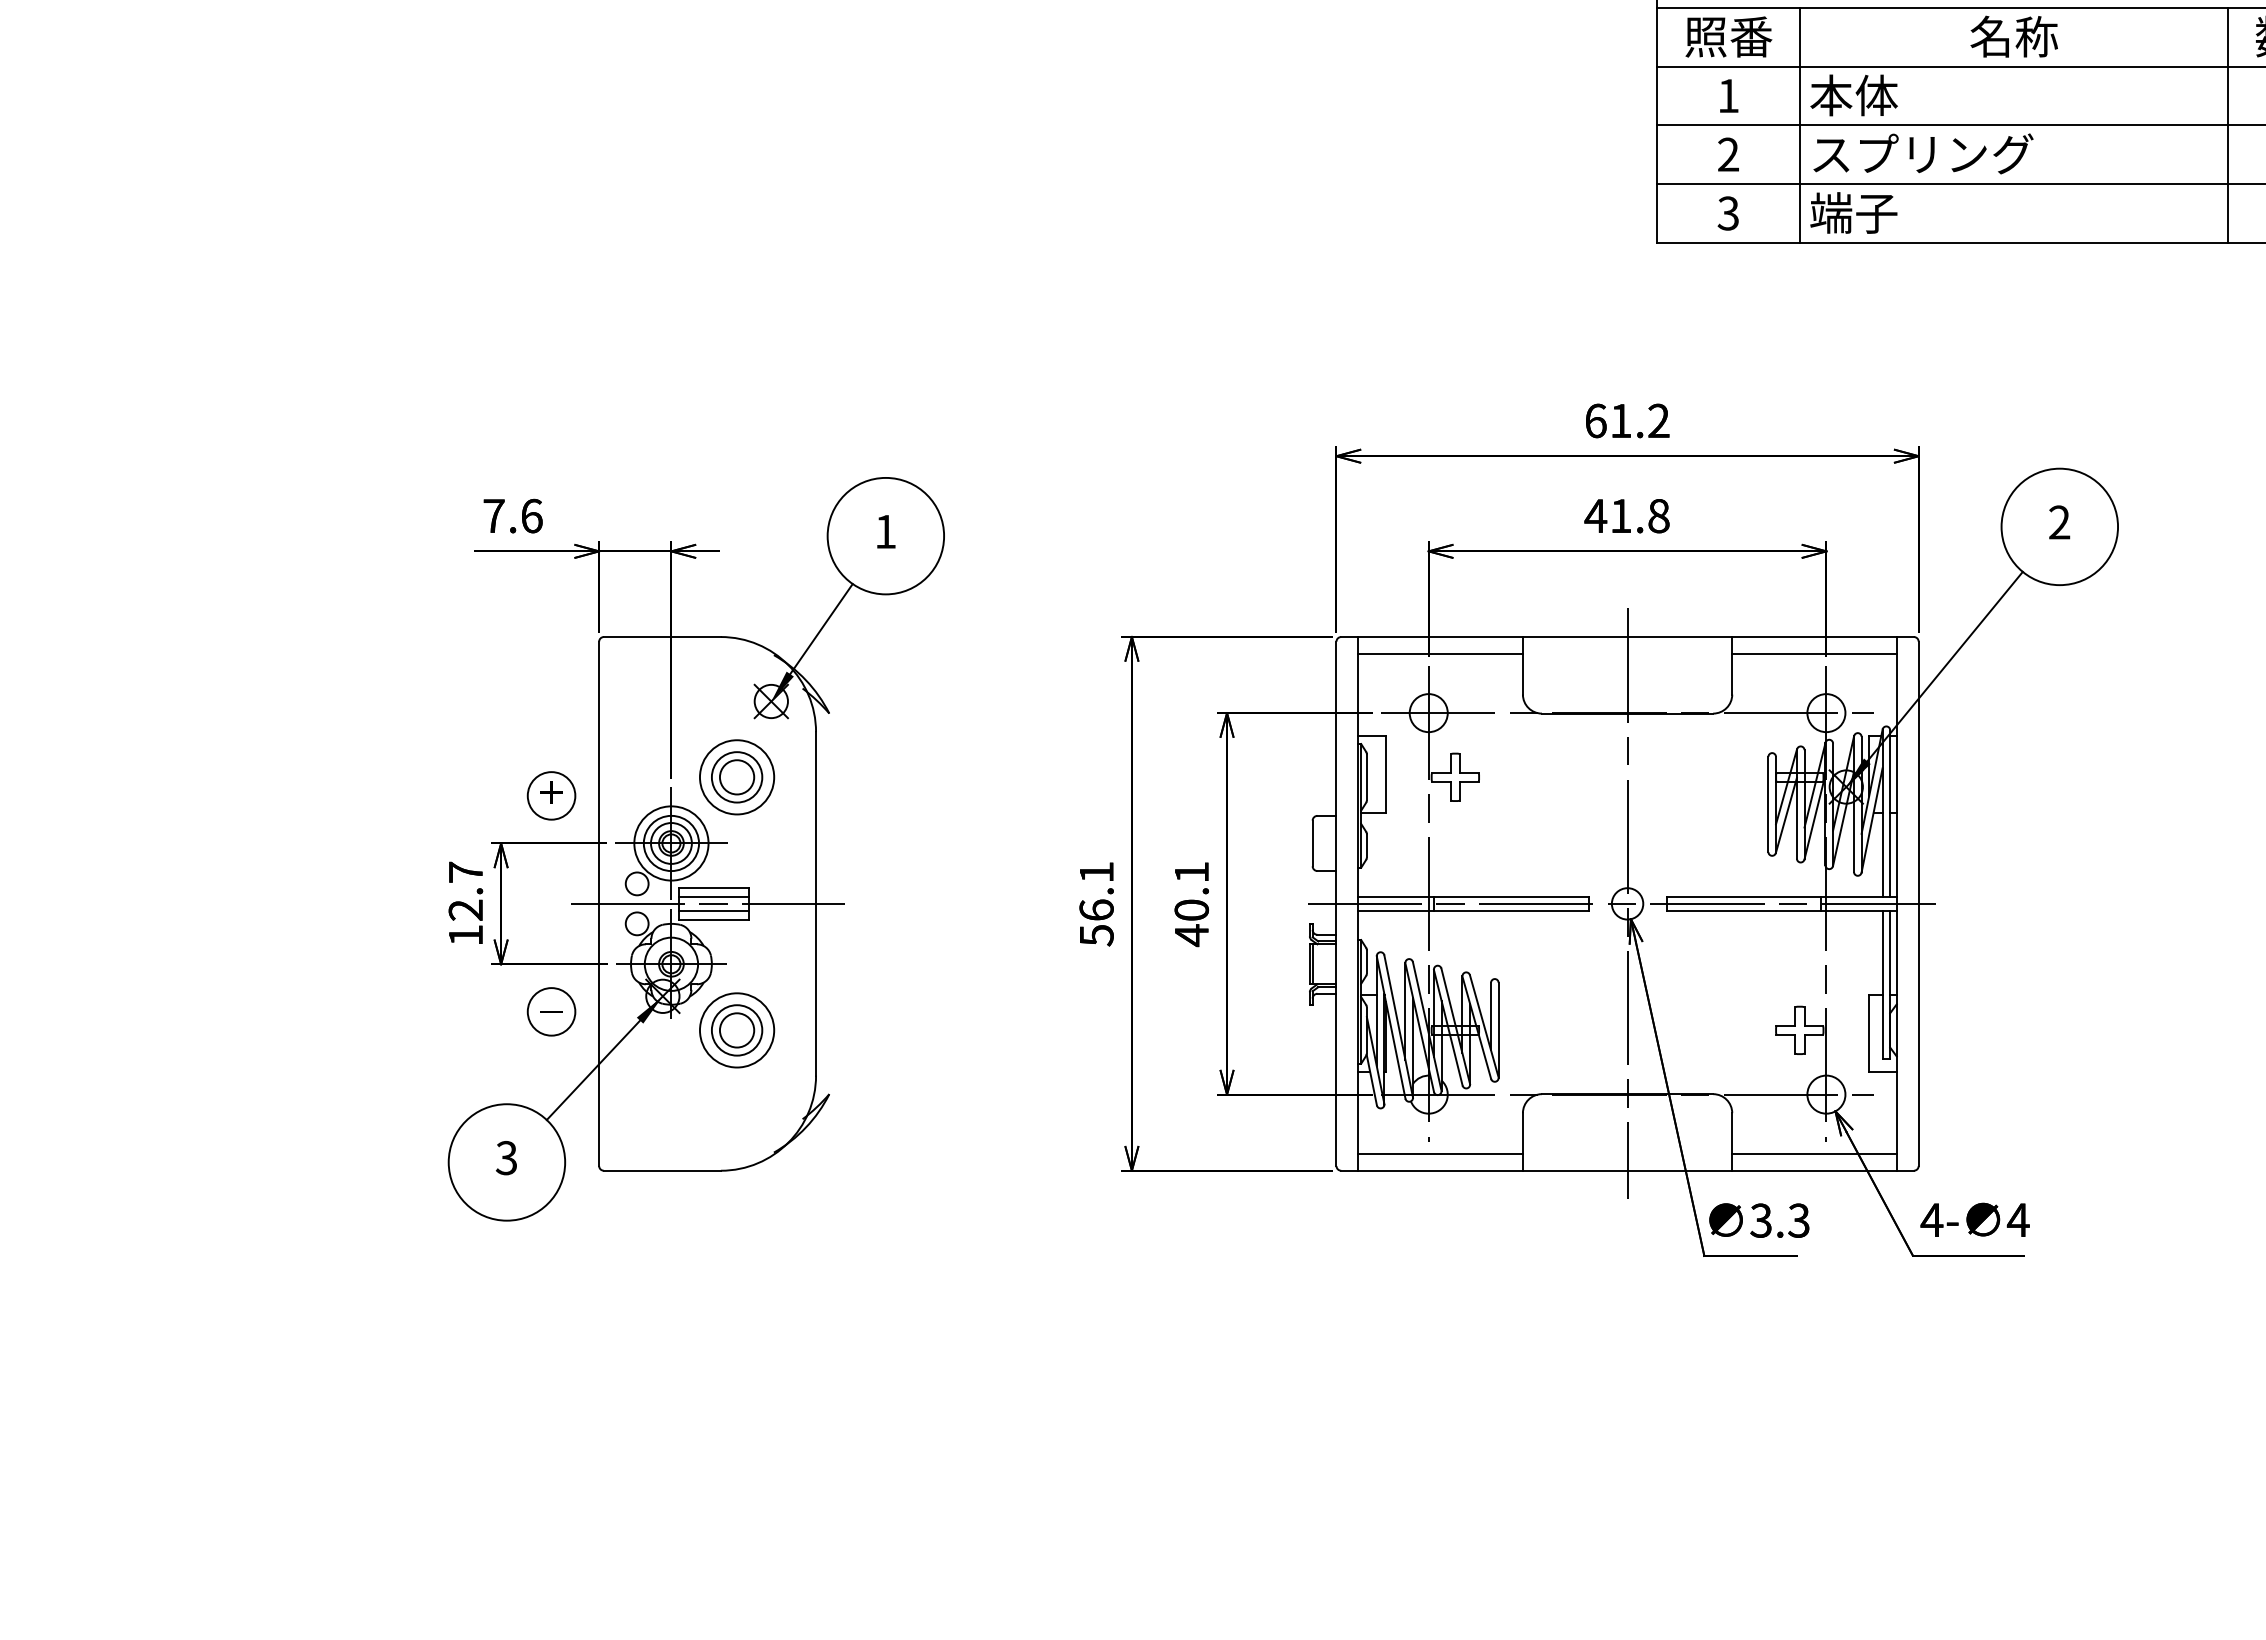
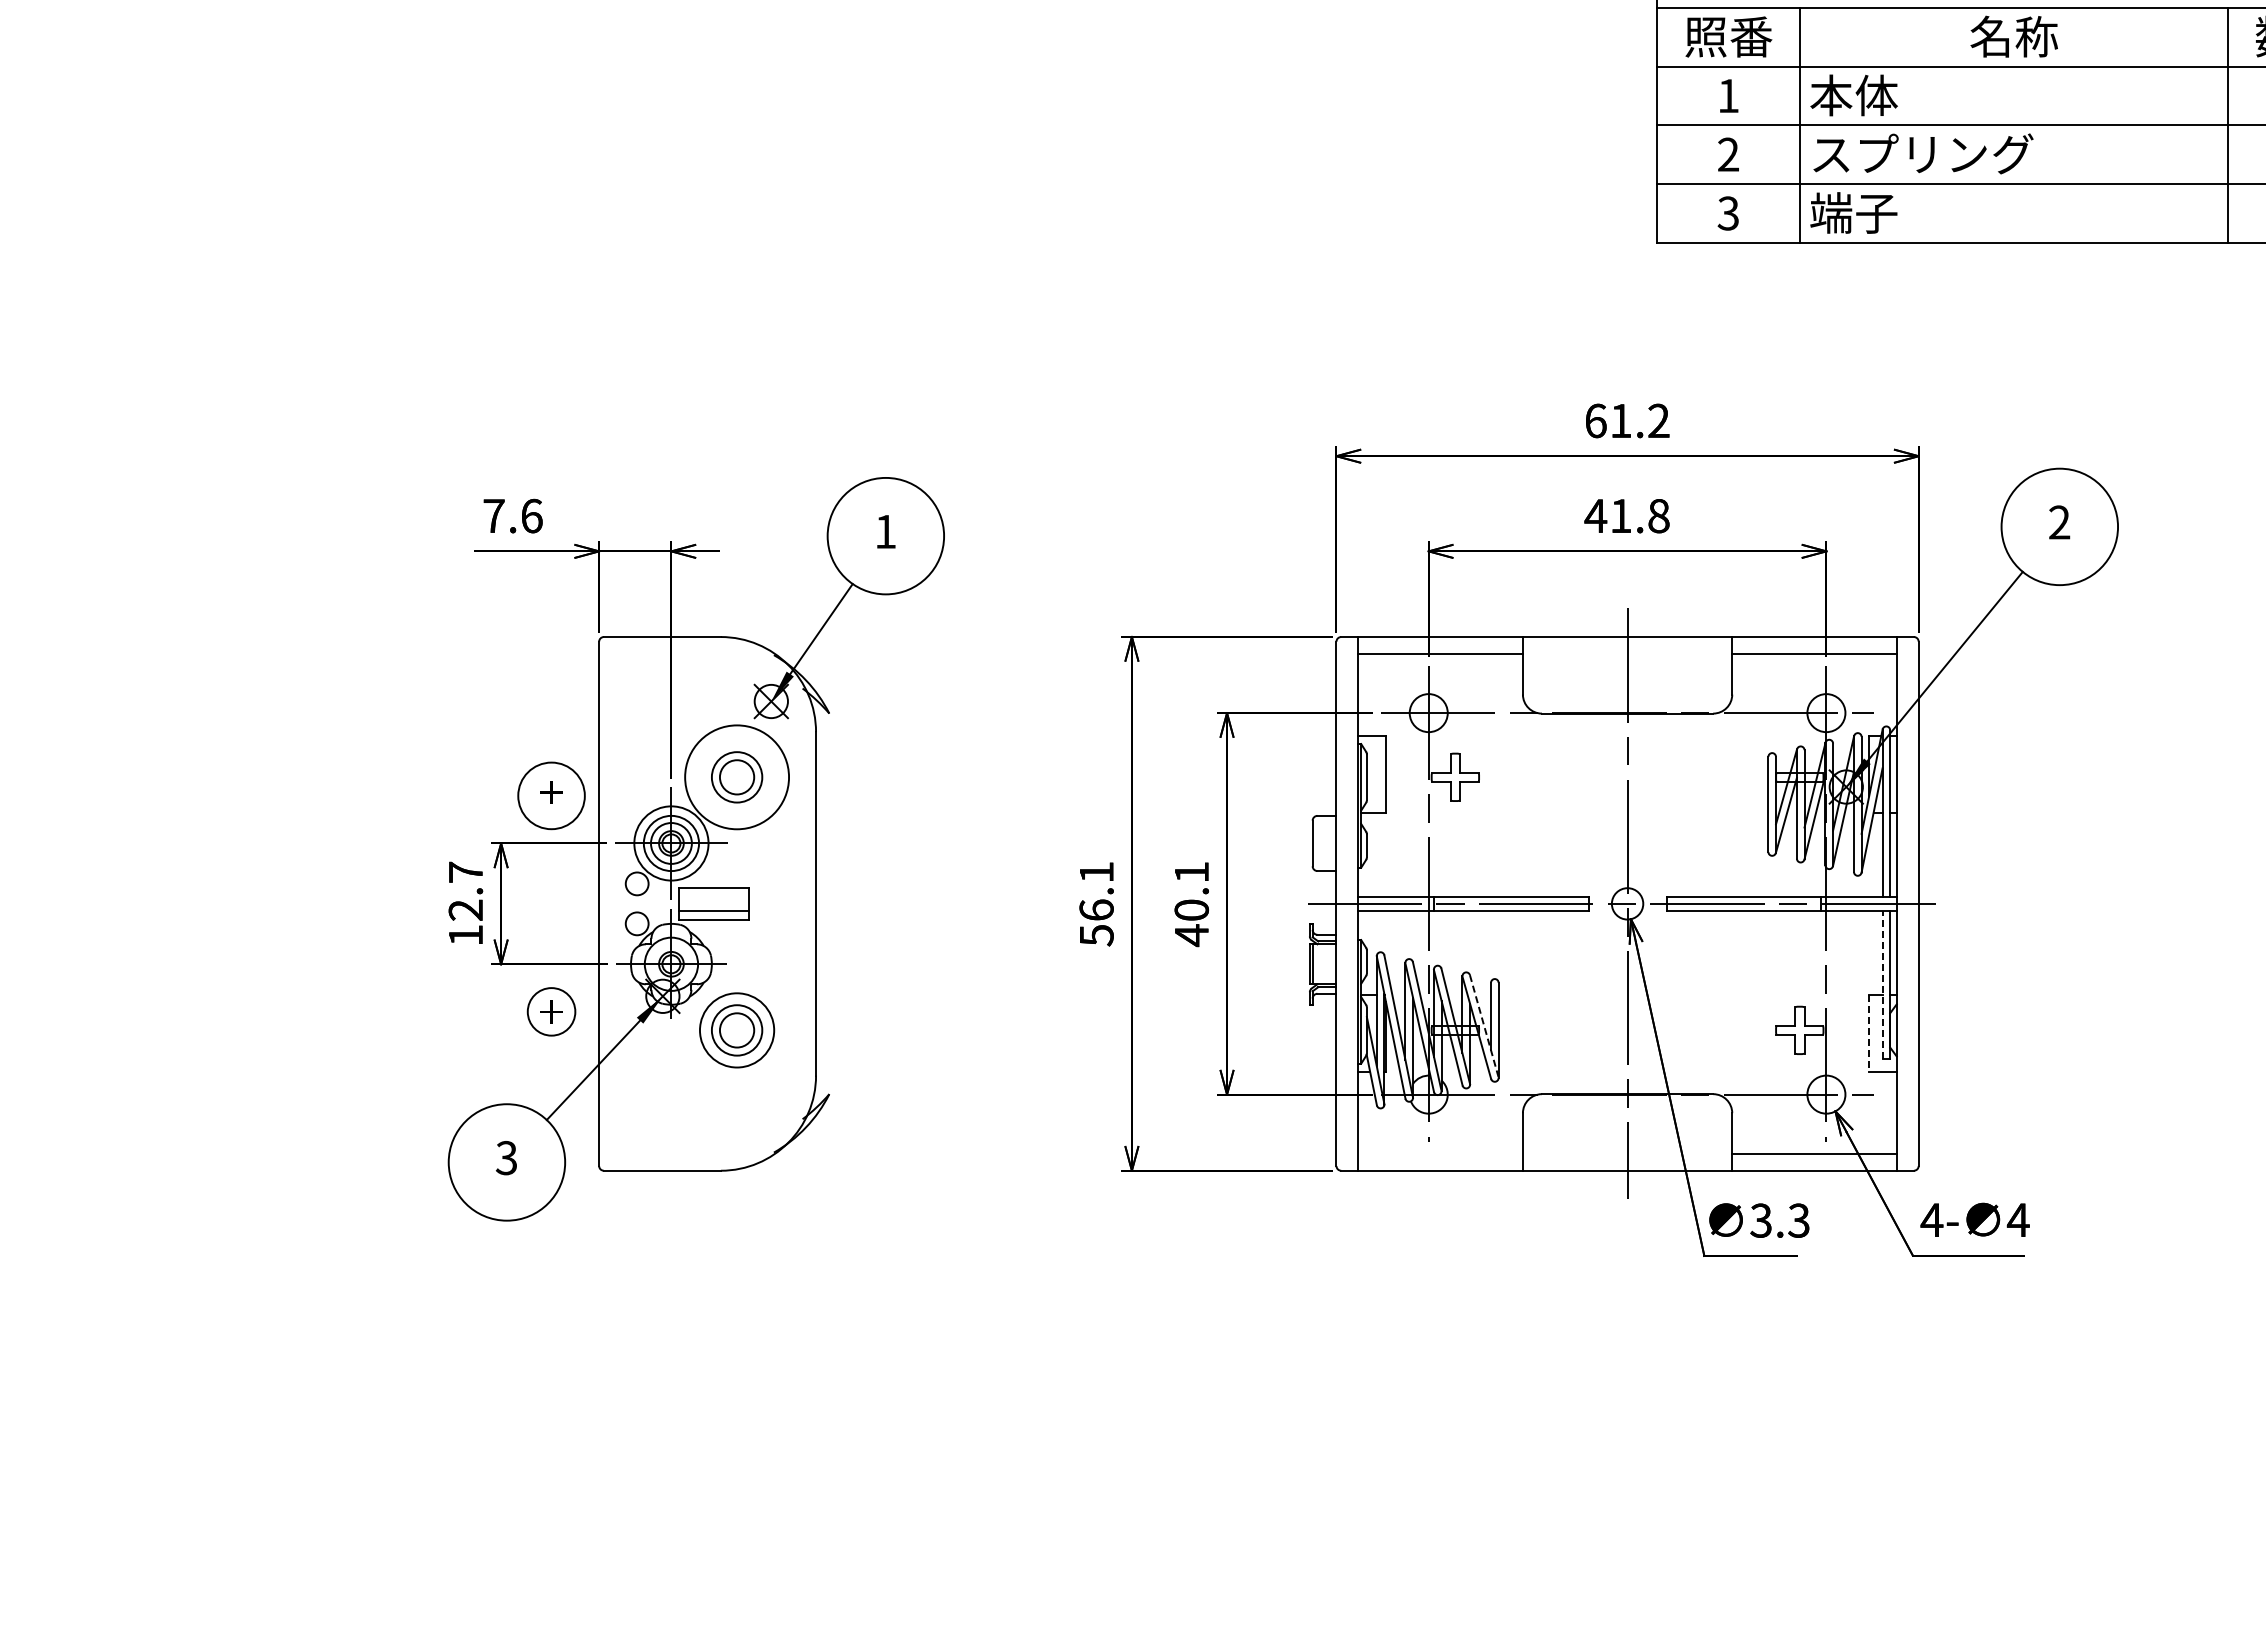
circle at (736, 777) diameter: 74 px -> 104 px
circle at (551, 795) diameter: 48 px -> 67 px
line at (714, 896): present -> none
line at (707, 903): present -> none
line at (1882, 984): solid -> dashed
text at (551, 1011): － -> ＋
line at (1484, 1026): solid -> dashed
line at (1869, 1033): solid -> dashed
line at (1440, 1153): present -> none
